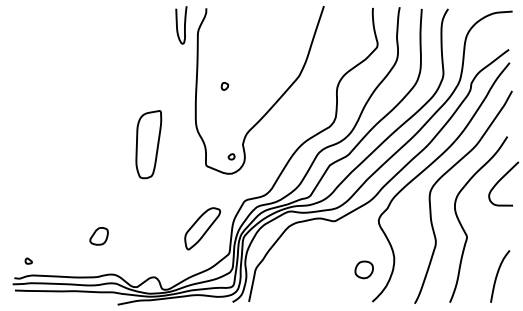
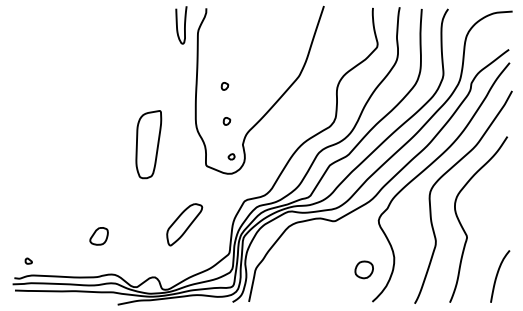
part at (226, 121): none -> present
curve at (499, 182): present -> none
part at (202, 228) position: (202, 228) -> (184, 224)
